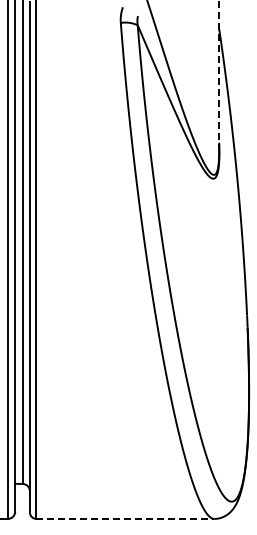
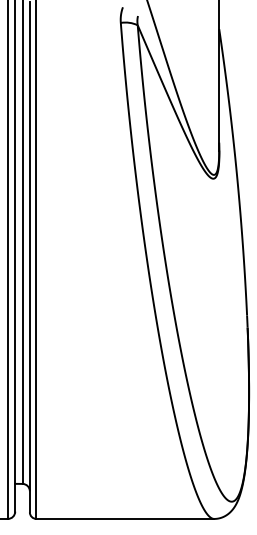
line at (219, 75): dashed -> solid
line at (125, 518): dashed -> solid
